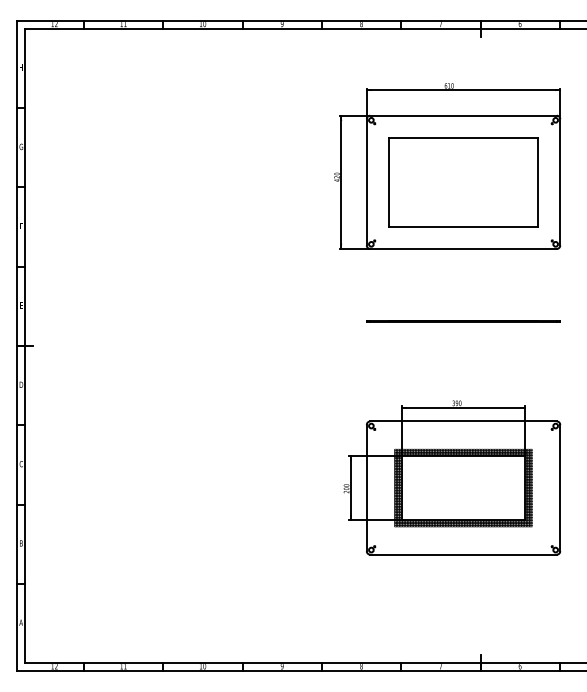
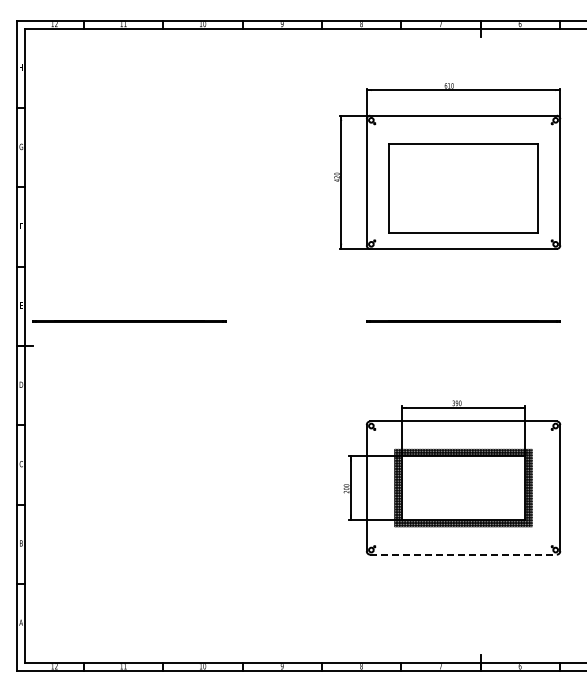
part at (463, 182) position: (463, 182) -> (463, 188)
line at (129, 321): none -> present
line at (464, 554): solid -> dashed
